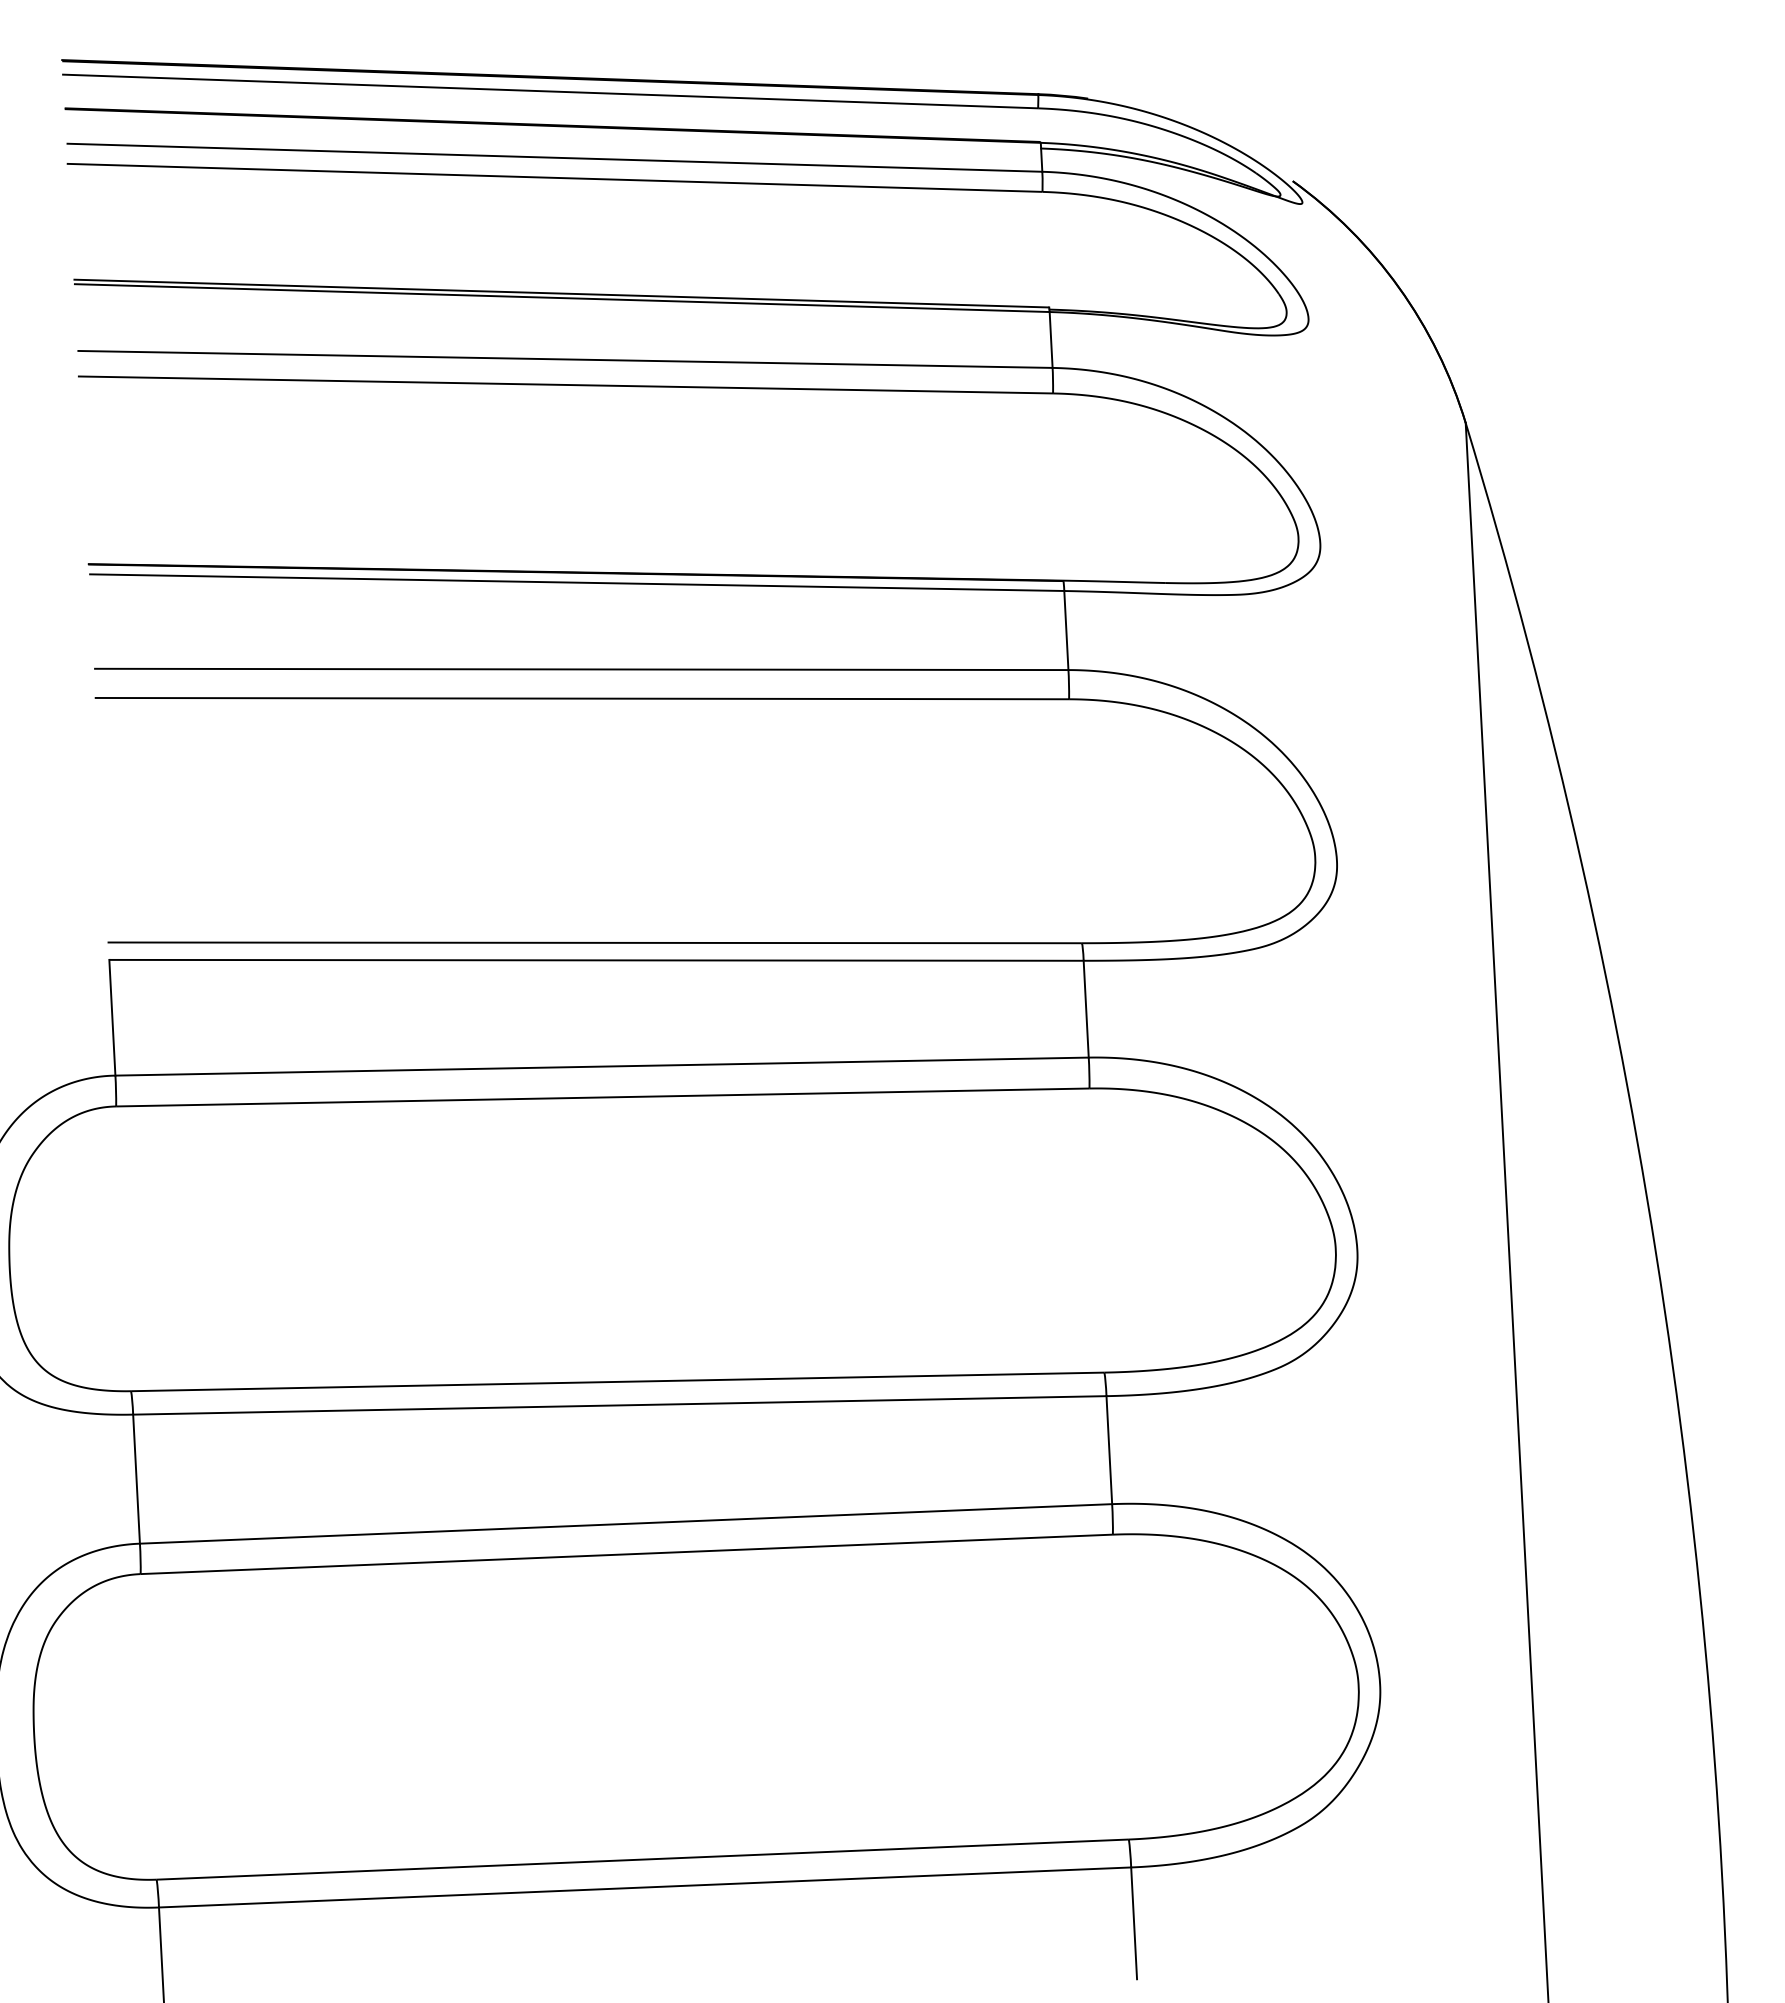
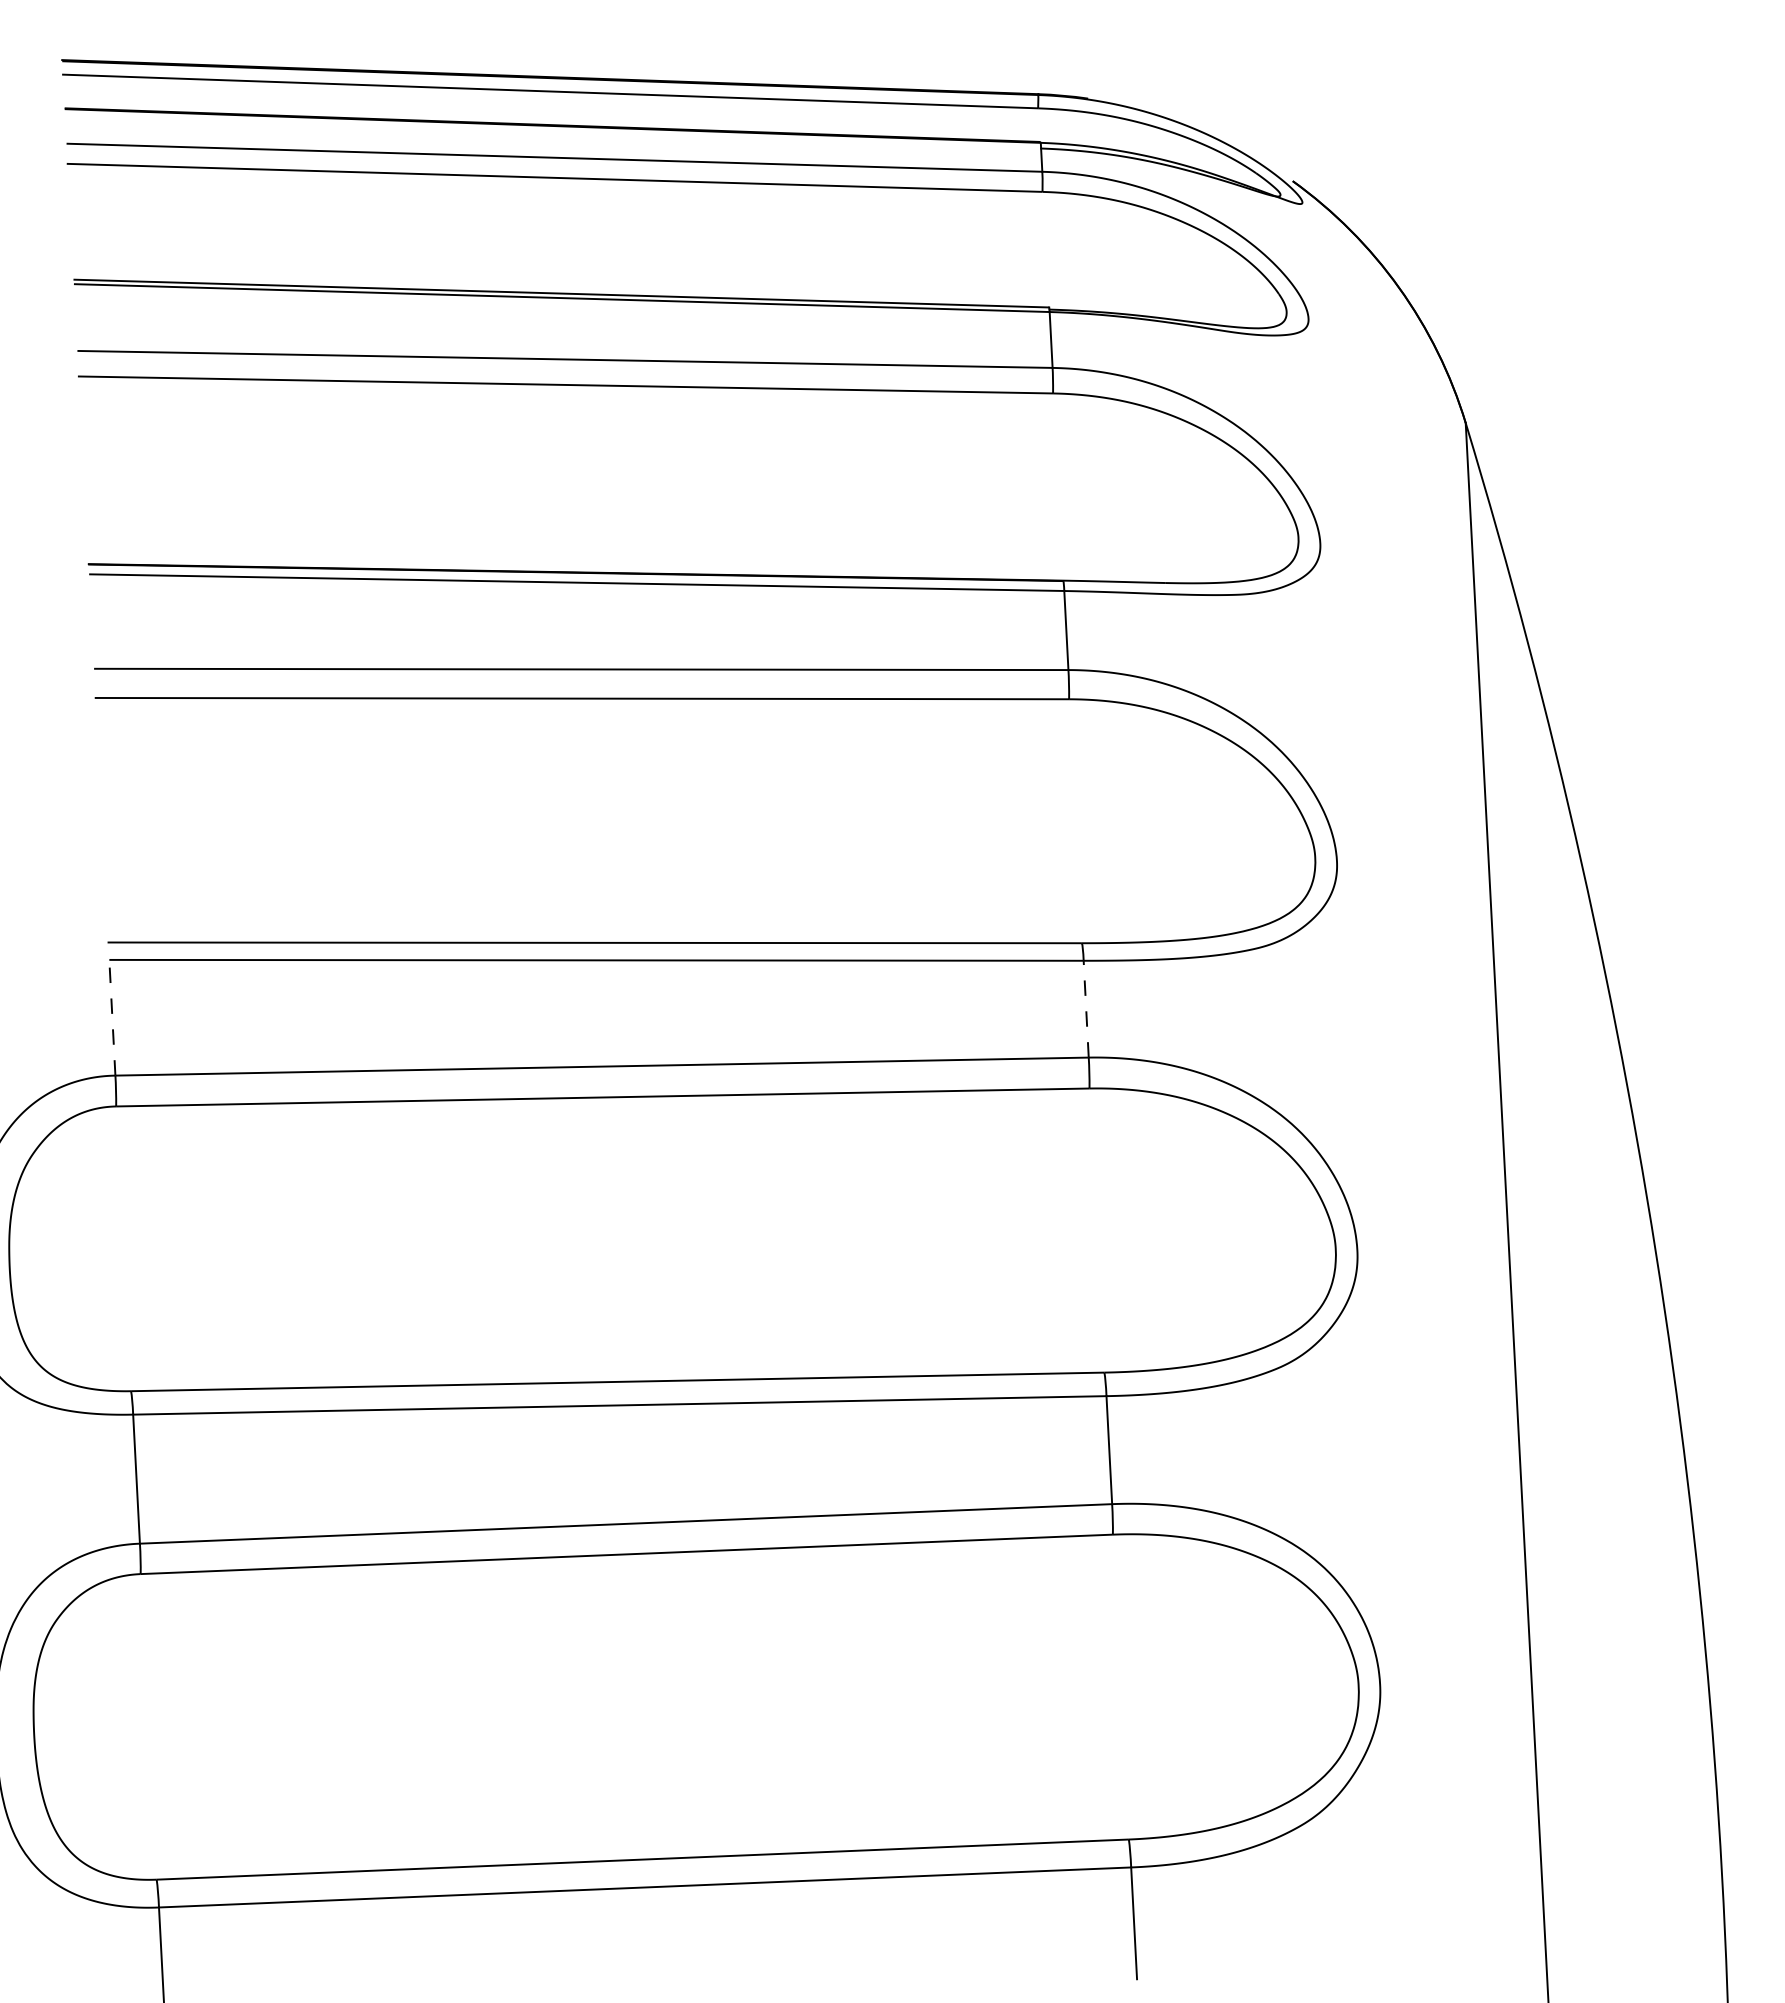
line at (1086, 1008): solid -> dashed
line at (112, 1017): solid -> dashed
